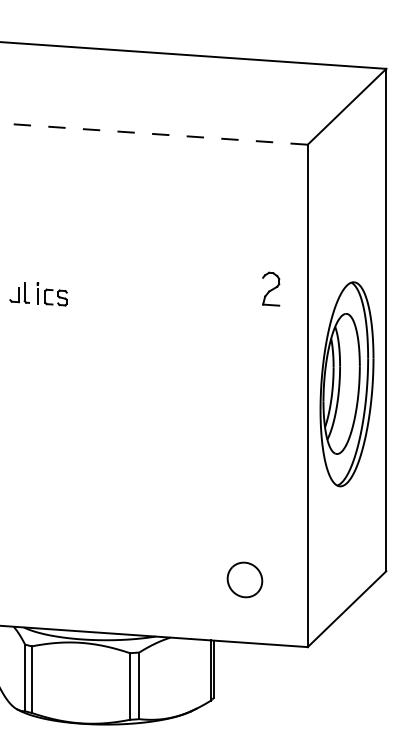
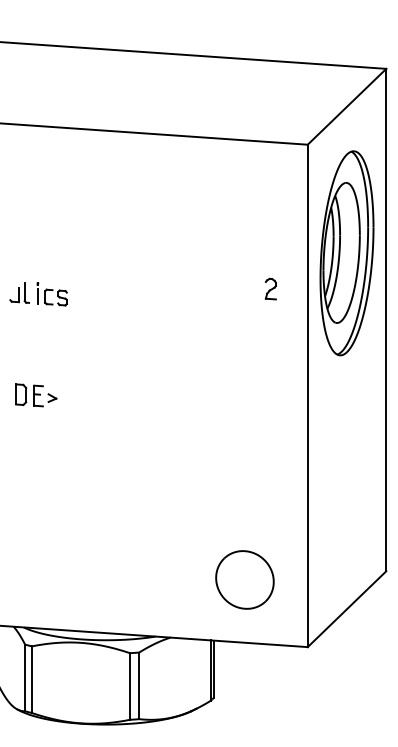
line at (154, 134): dashed -> solid
part at (271, 288) size: 19x36 px -> 13x24 px
part at (346, 384) position: (346, 384) -> (346, 253)
part at (36, 395): none -> present
part at (244, 579) size: 38x38 px -> 60x60 px
